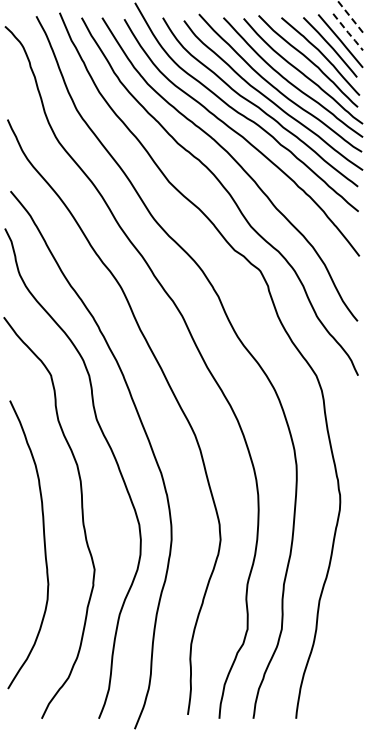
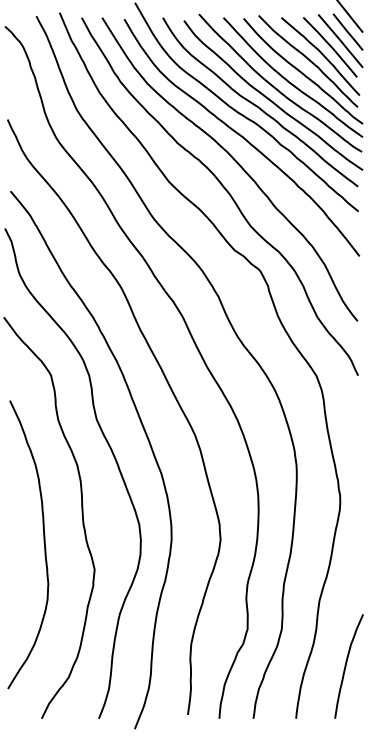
line at (350, 16): dashed -> solid
line at (348, 32): dashed -> solid
curve at (346, 666): none -> present
